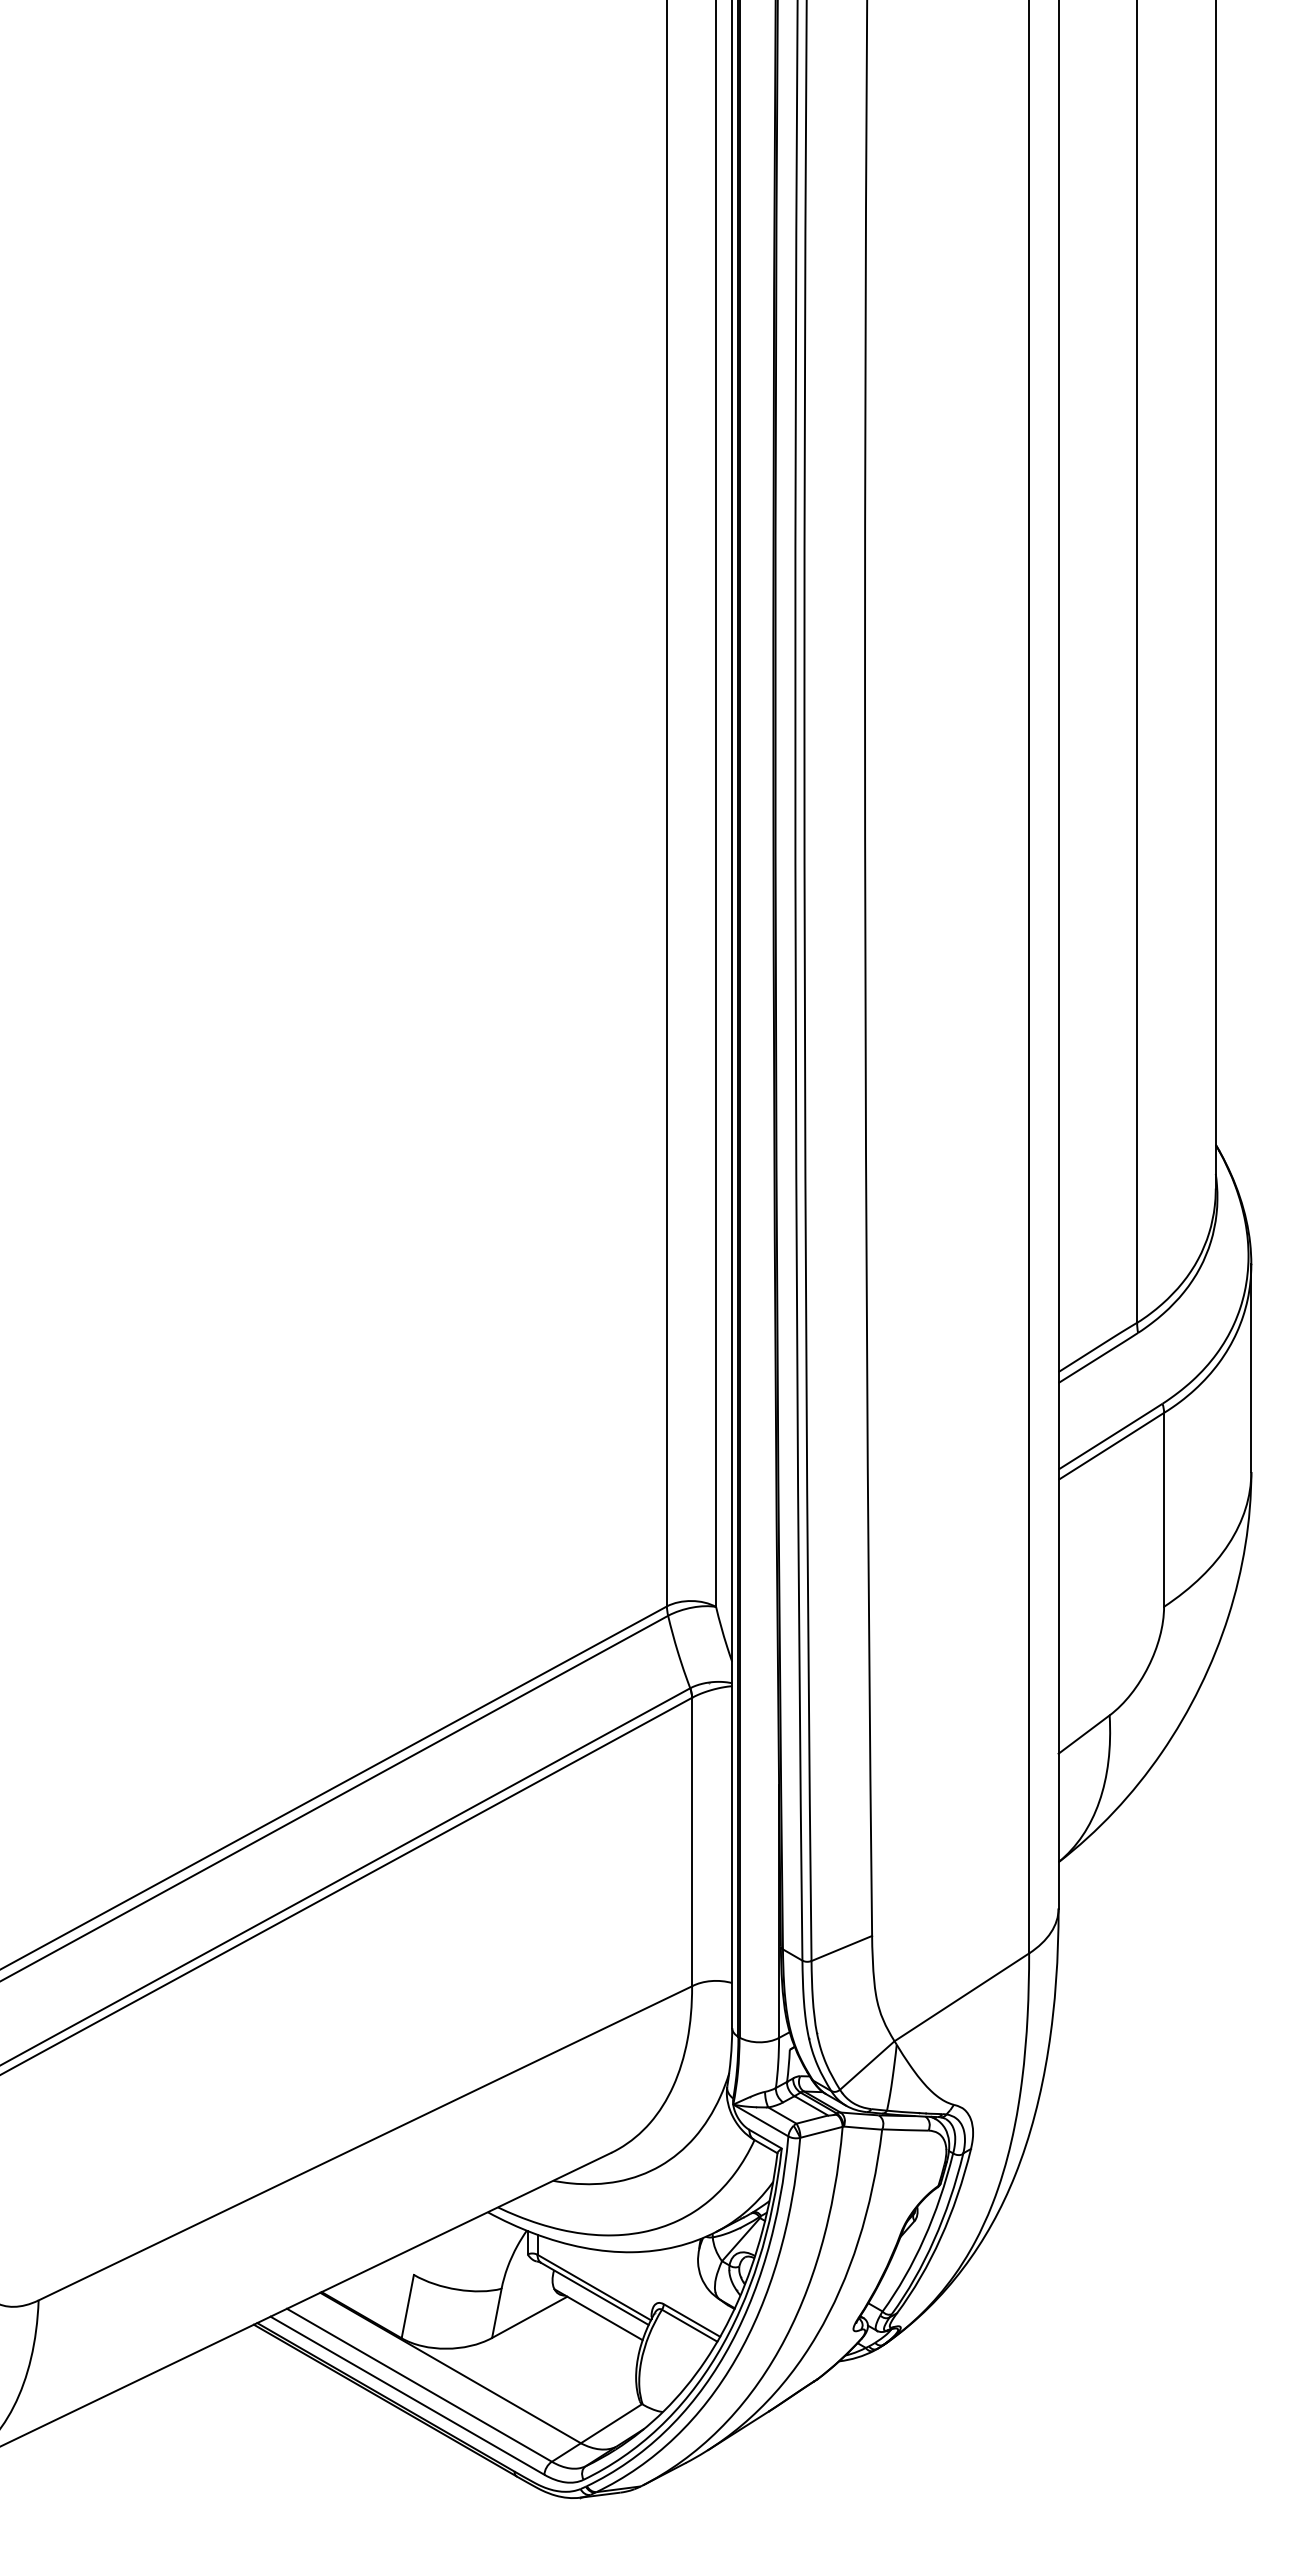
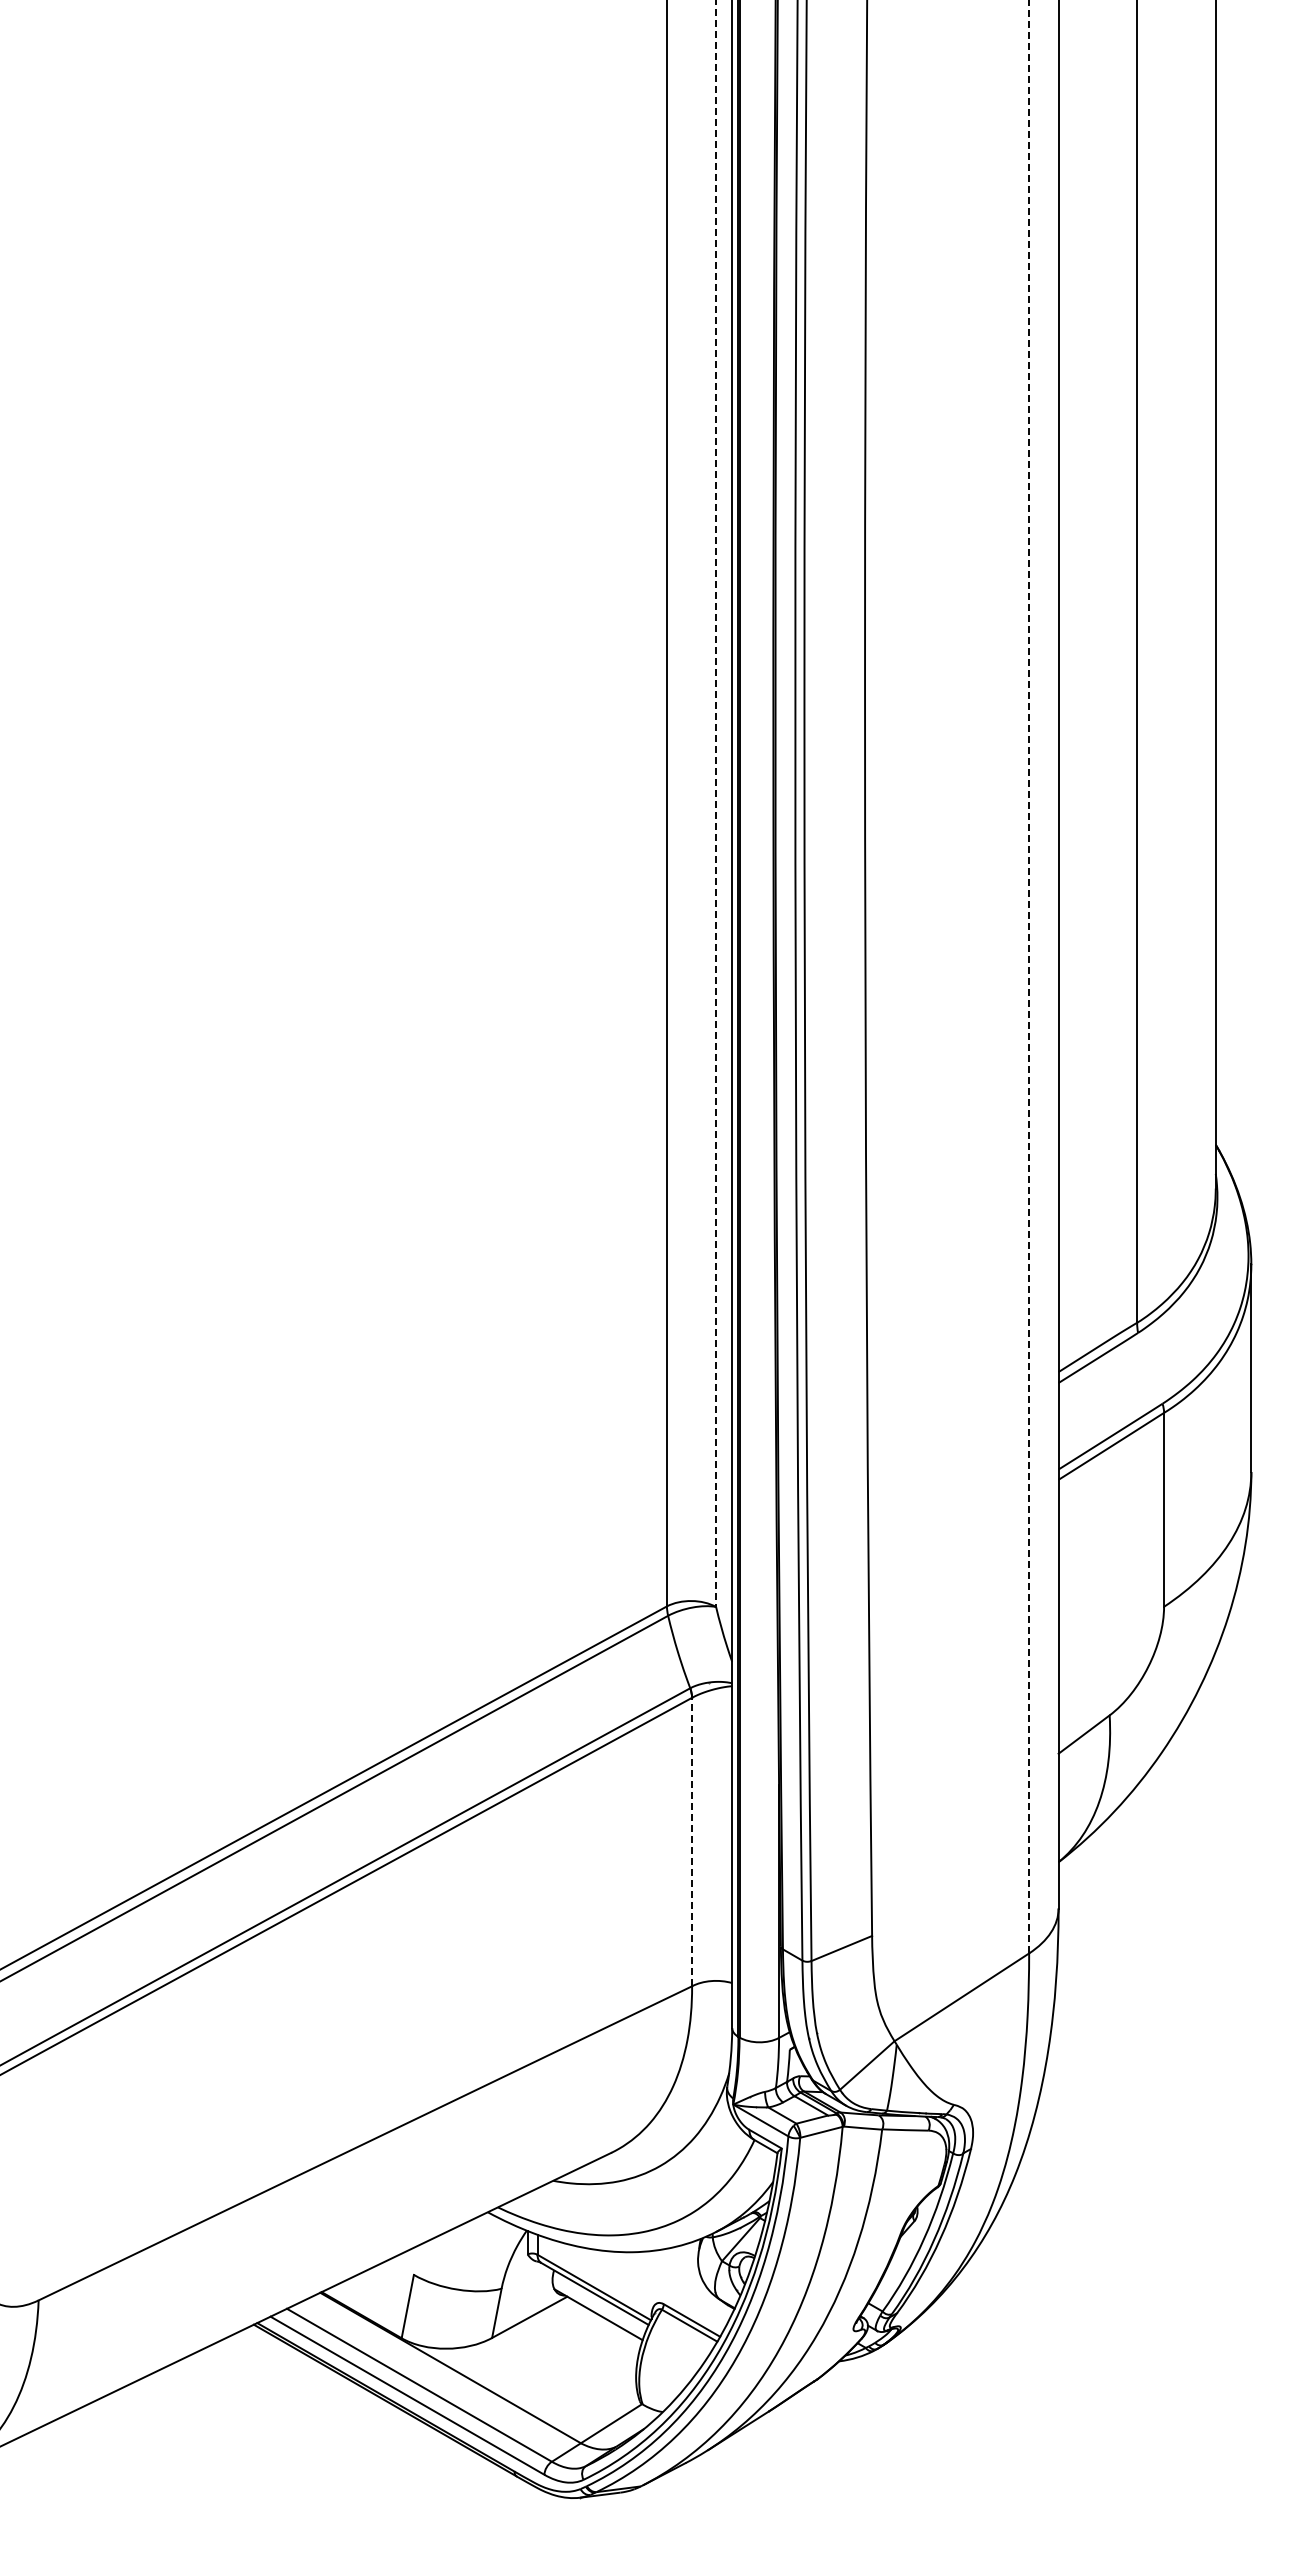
line at (716, 804): solid -> dashed
line at (1029, 976): solid -> dashed
line at (692, 1841): solid -> dashed
